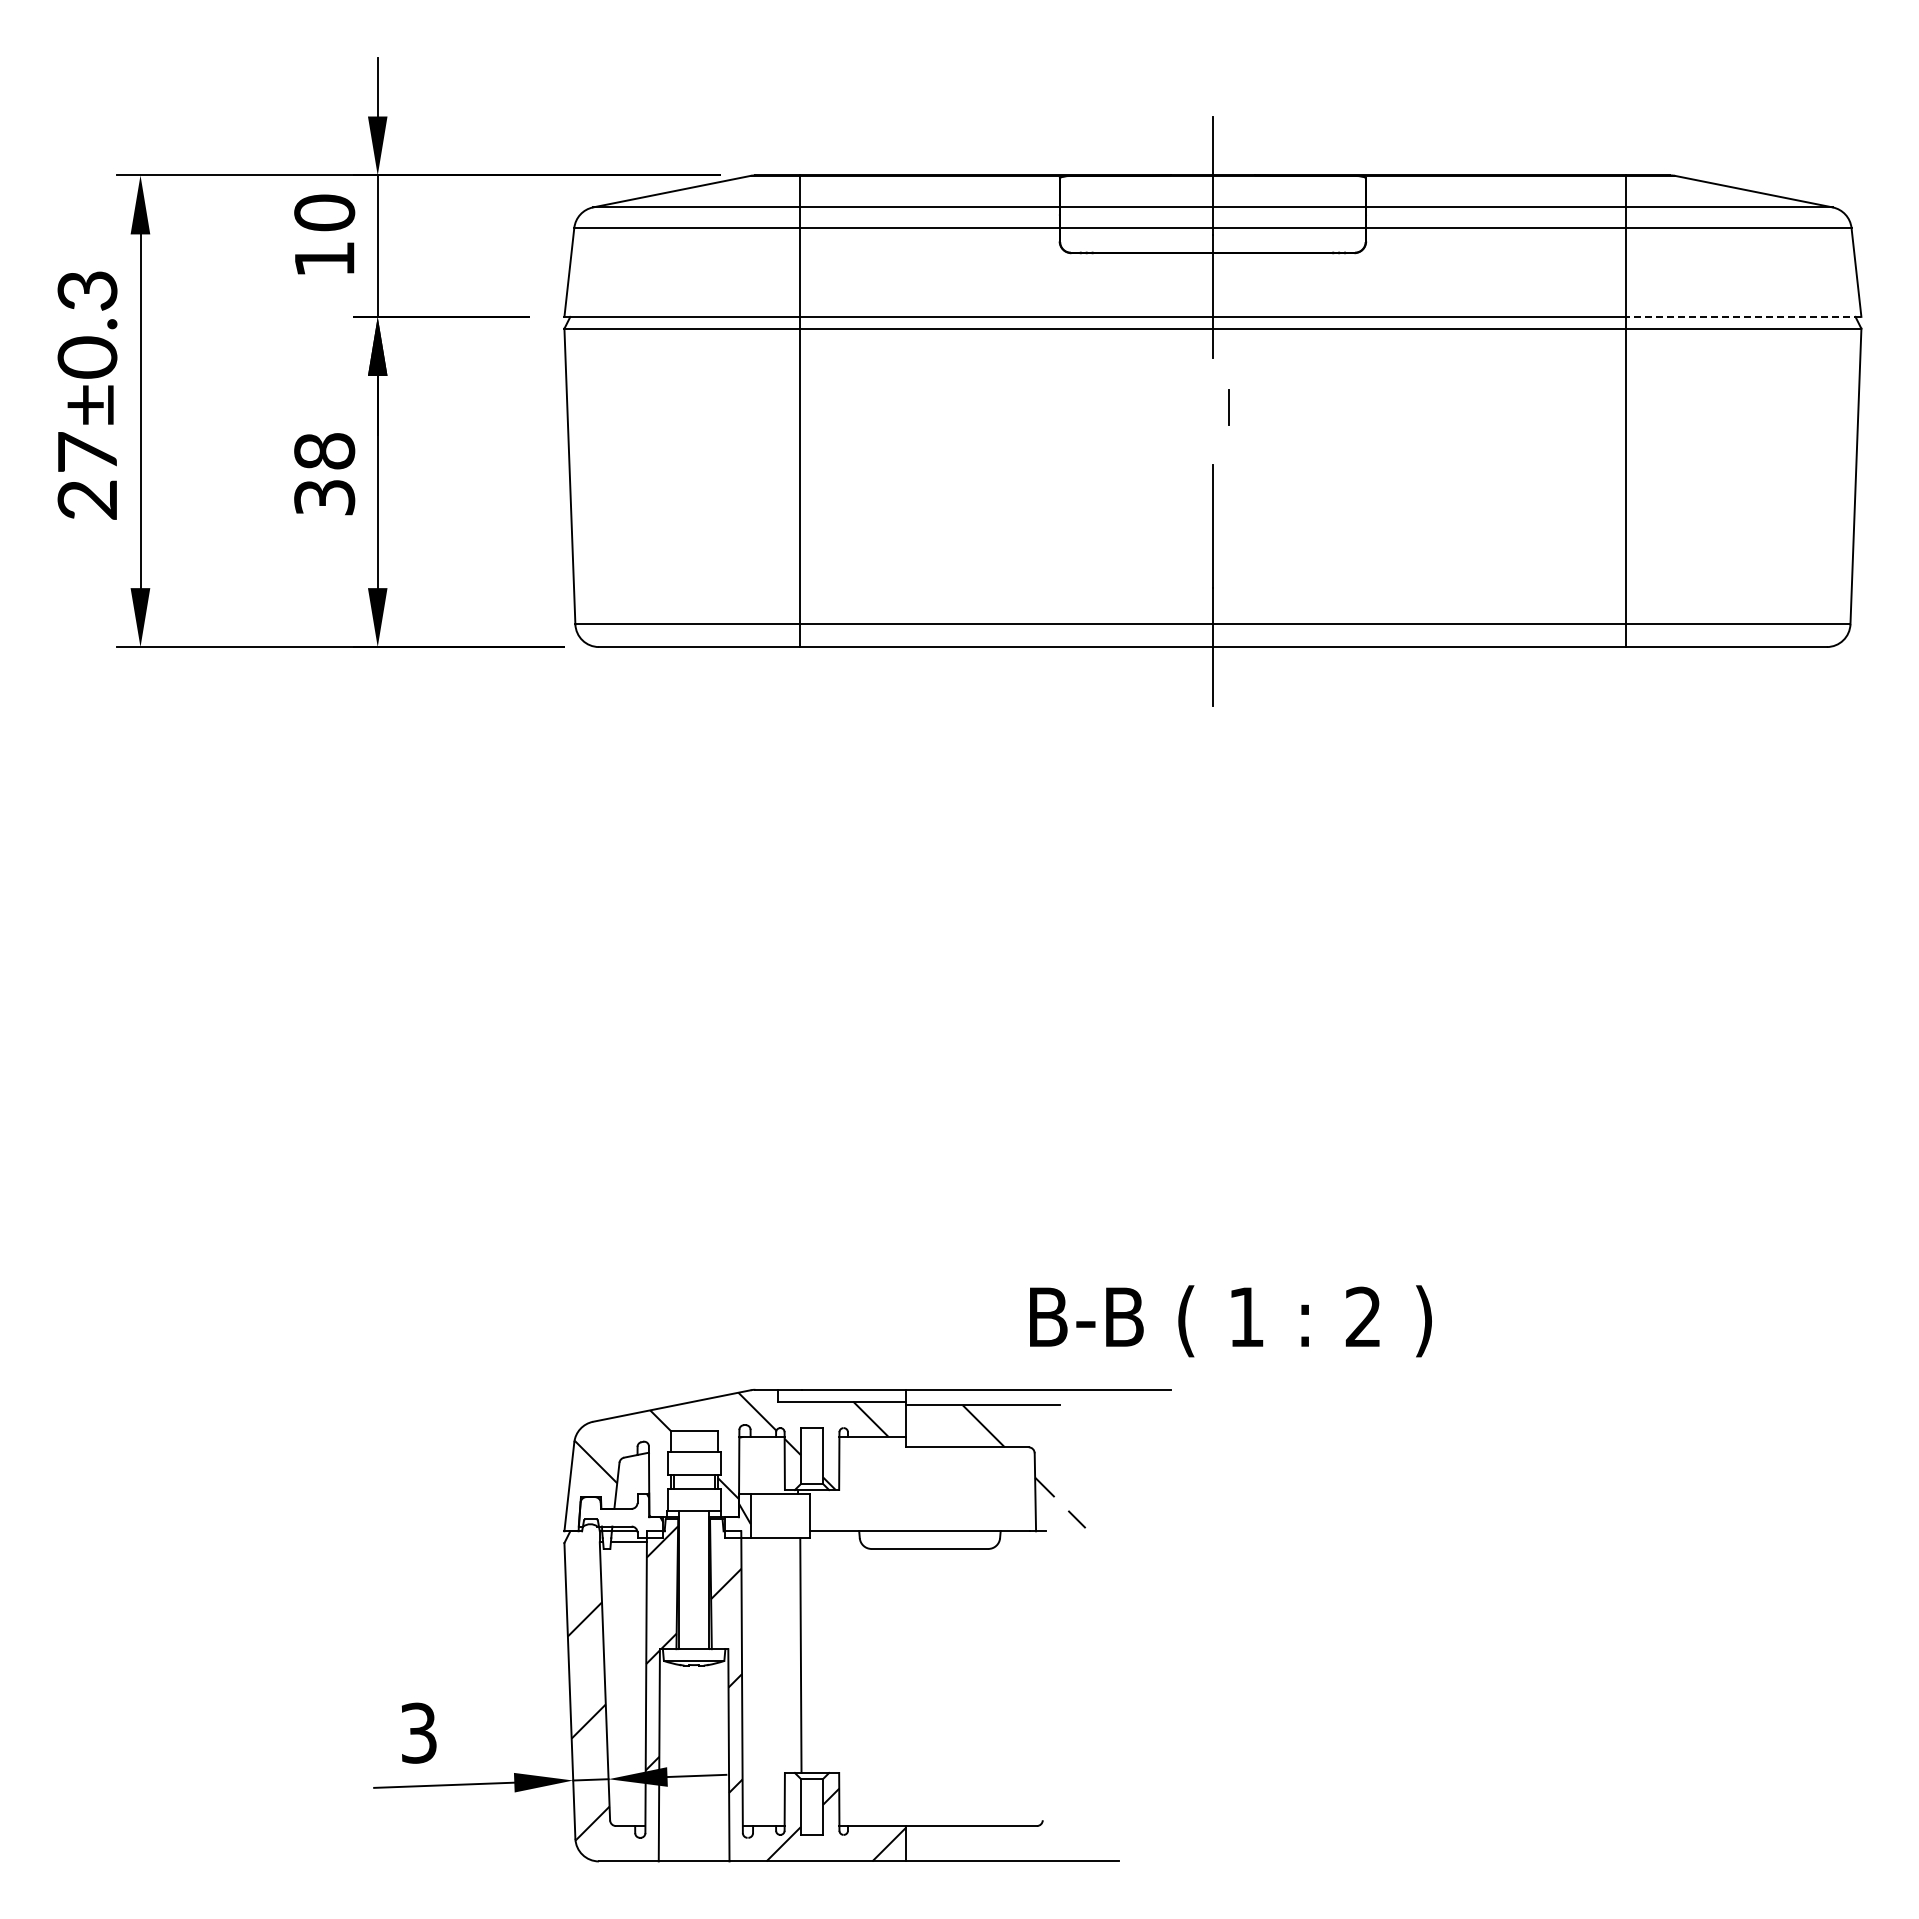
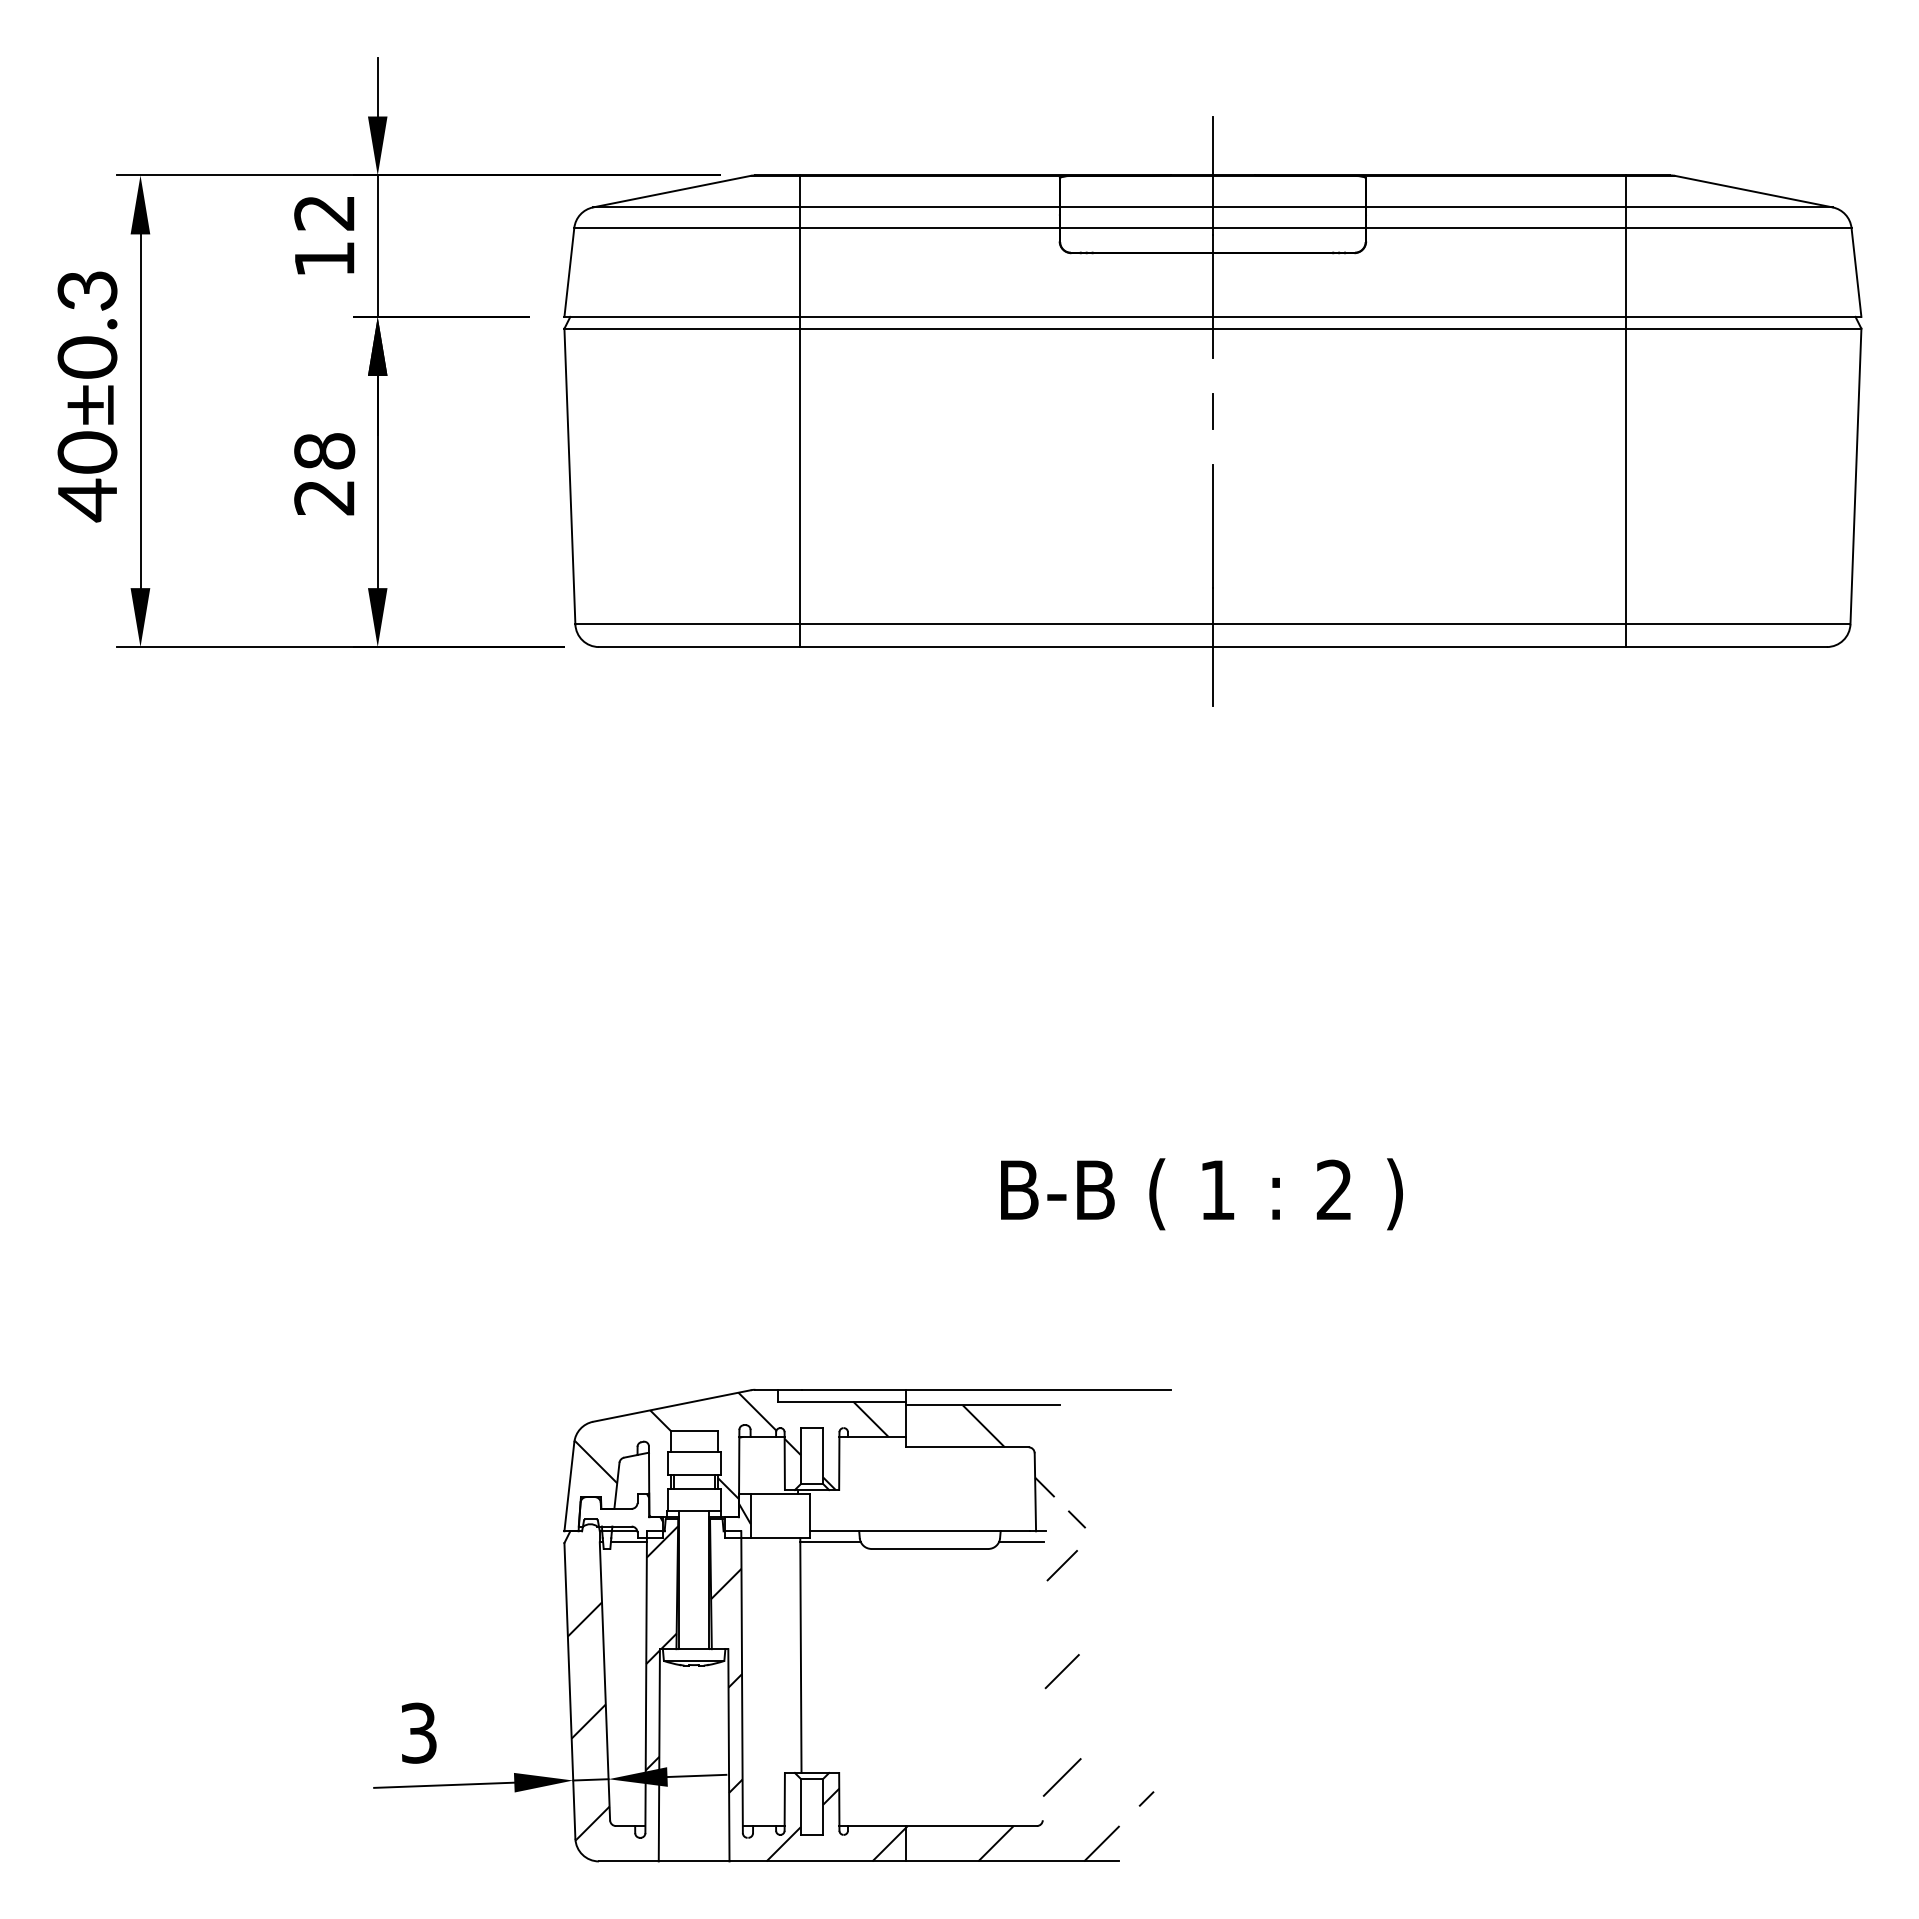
text at (324, 212): 10 -> 12
line at (1743, 316): dashed -> solid
line at (1228, 407) position: (1228, 407) -> (1212, 411)
text at (87, 476): 27±0.3 -> 40±0.3
text at (324, 497): 38 -> 28
text at (1230, 1321) position: (1230, 1321) -> (1201, 1194)
line at (830, 1542): none -> present
line at (1021, 1542): none -> present
hatch at (1029, 1705): none -> present
